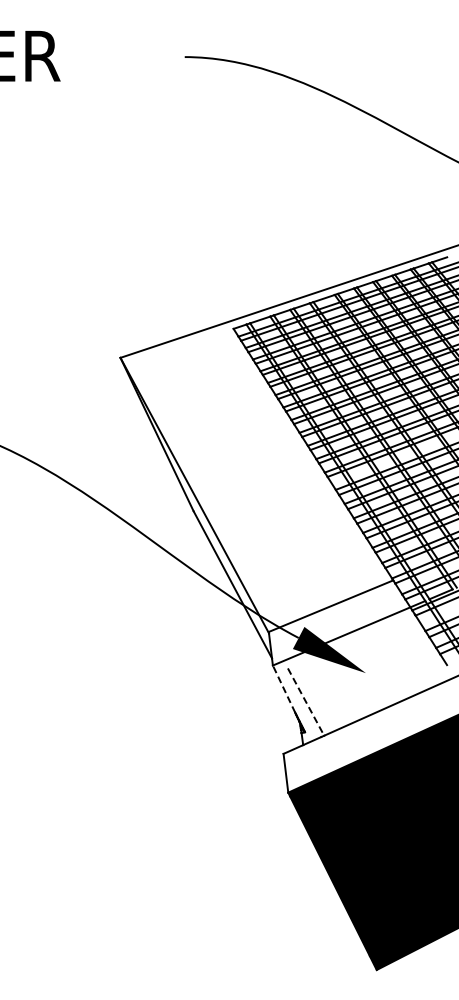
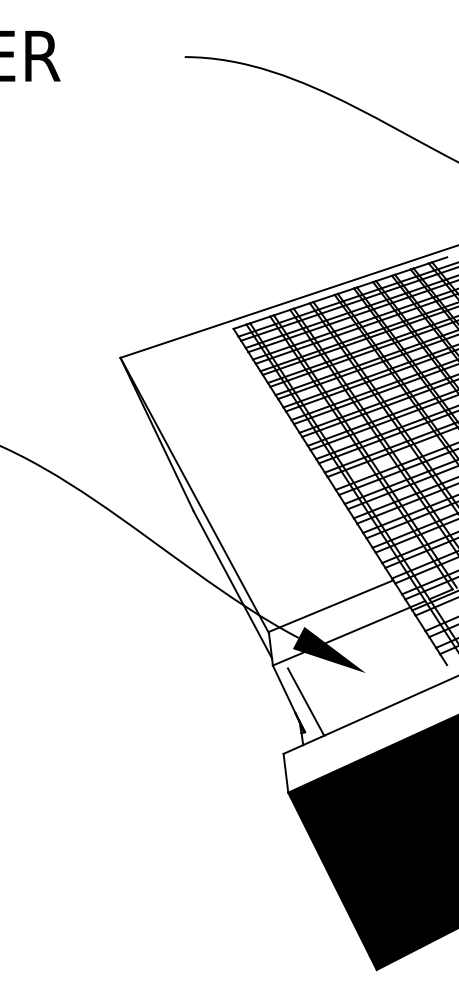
line at (283, 688): dashed -> solid
line at (306, 702): dashed -> solid
